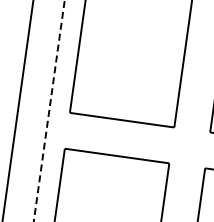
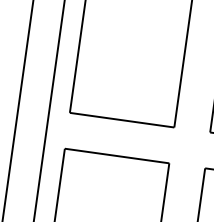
line at (49, 110): dashed -> solid
